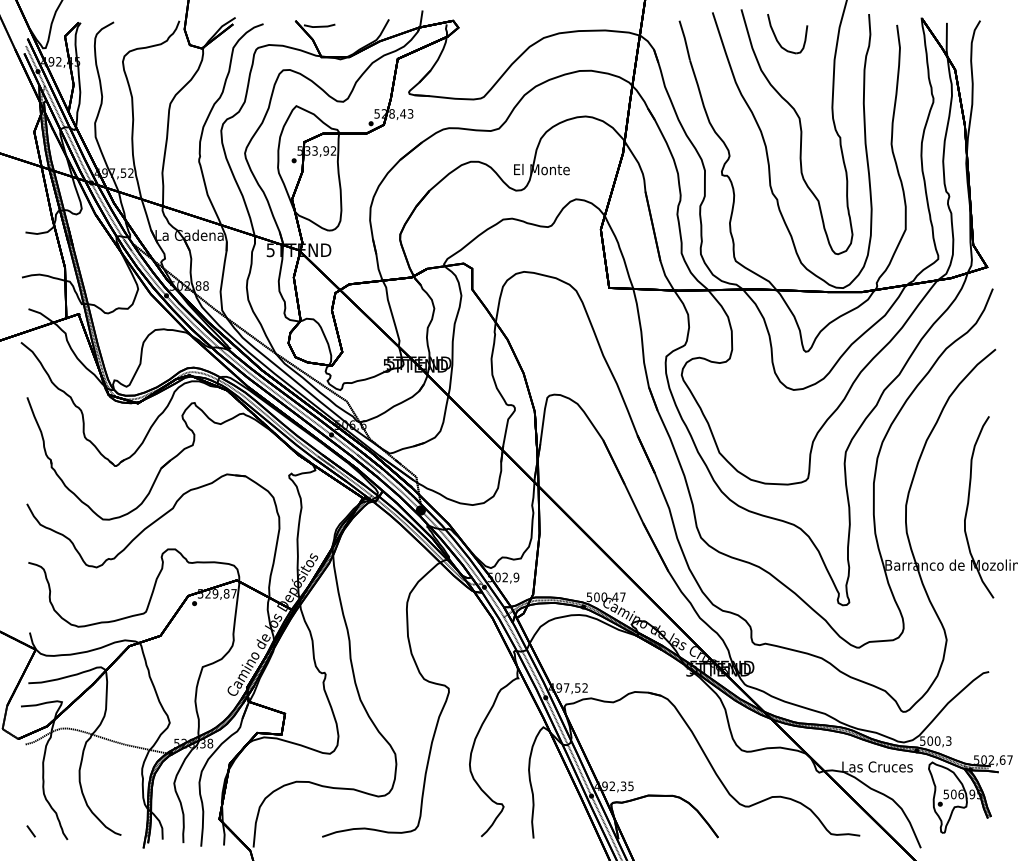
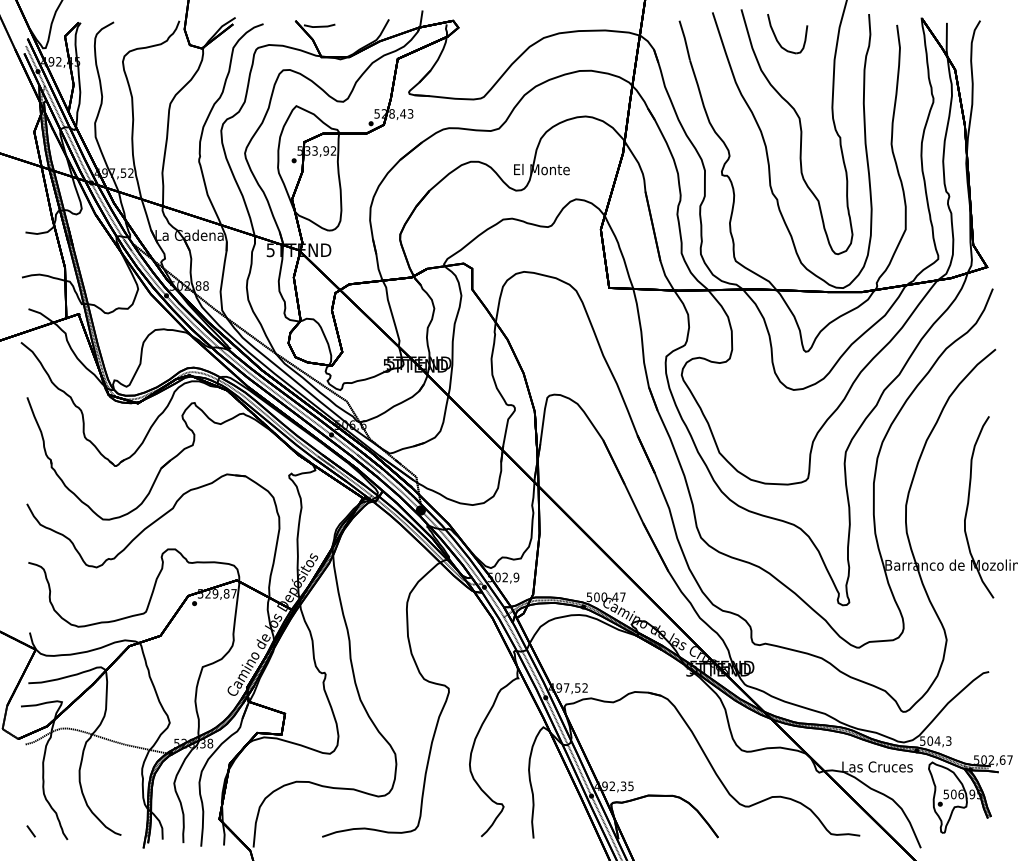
text at (937, 740): 500,3 -> 504,3
